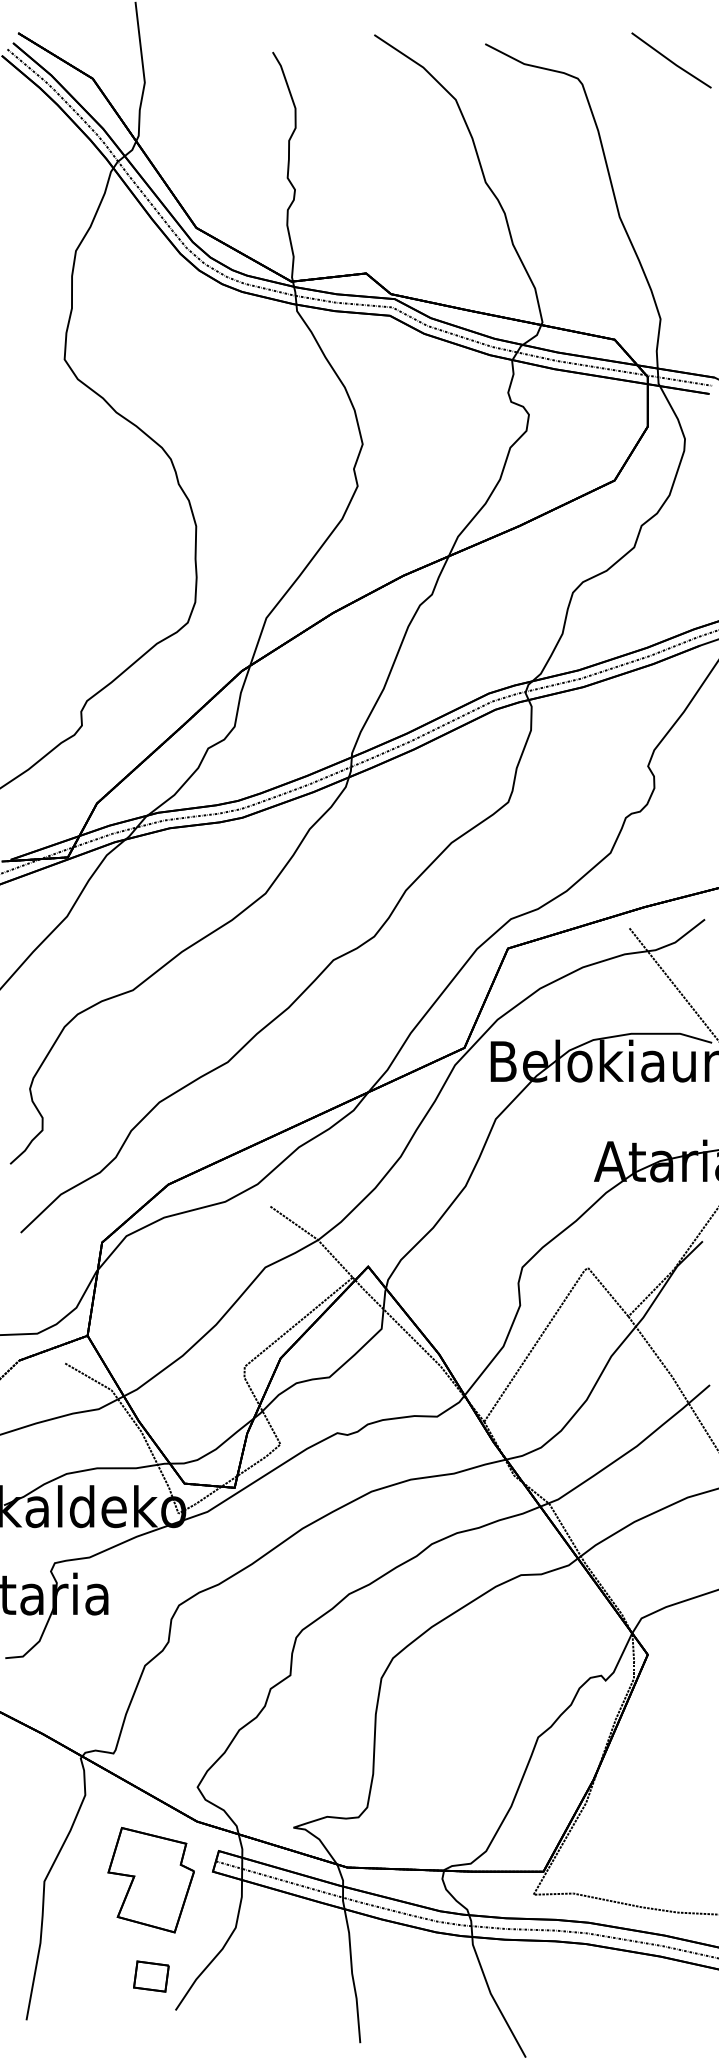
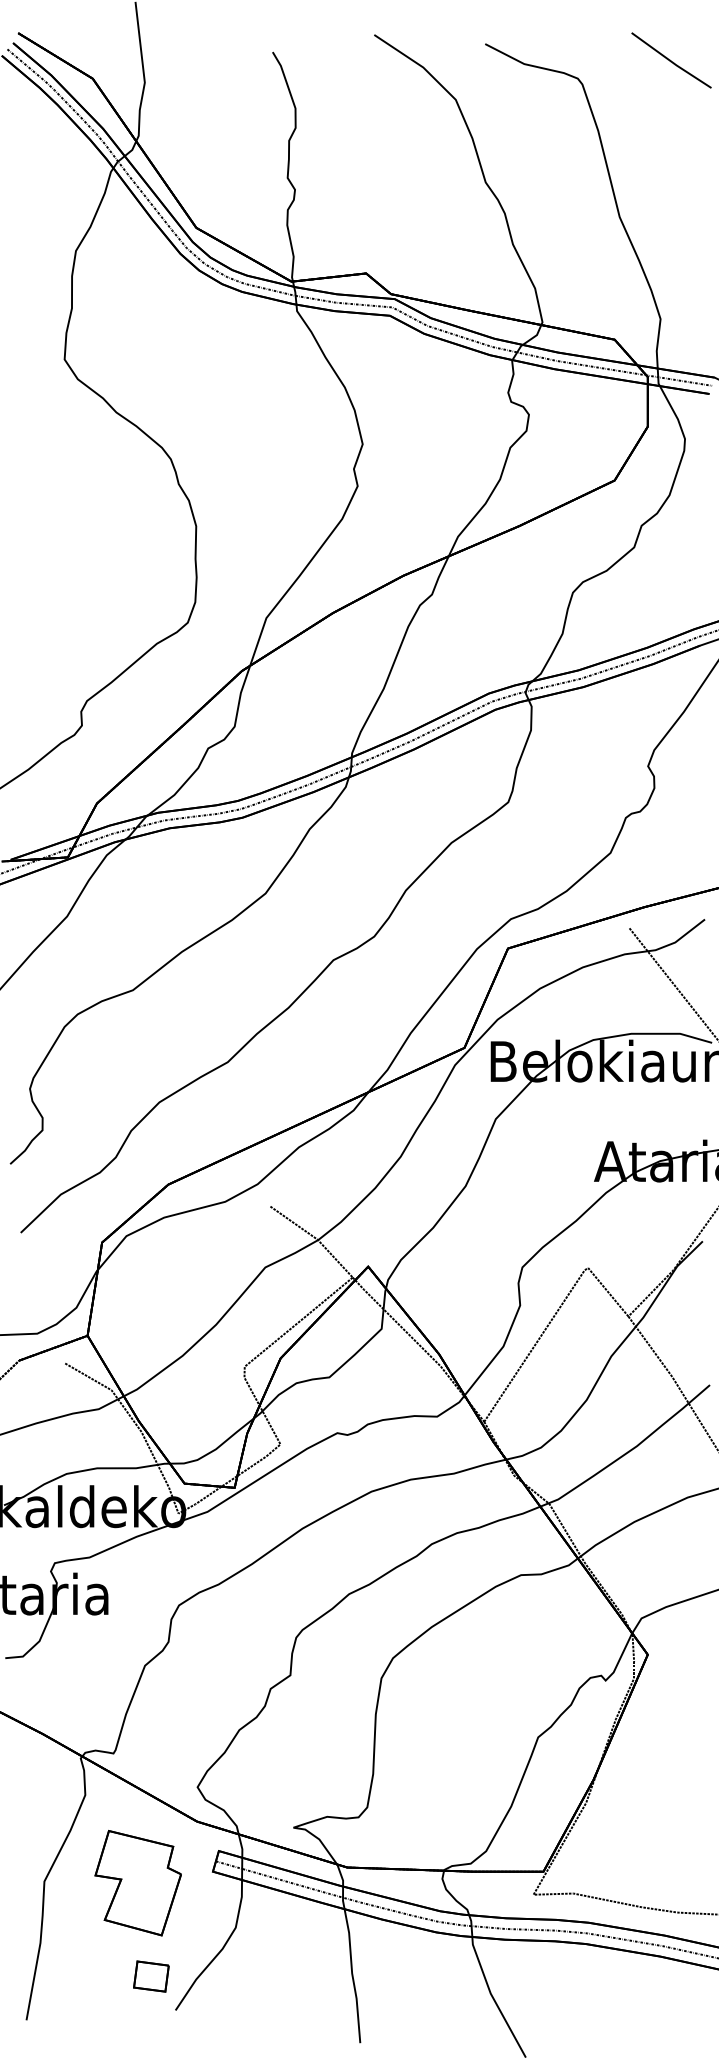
part at (150, 1880) position: (150, 1880) -> (137, 1883)
